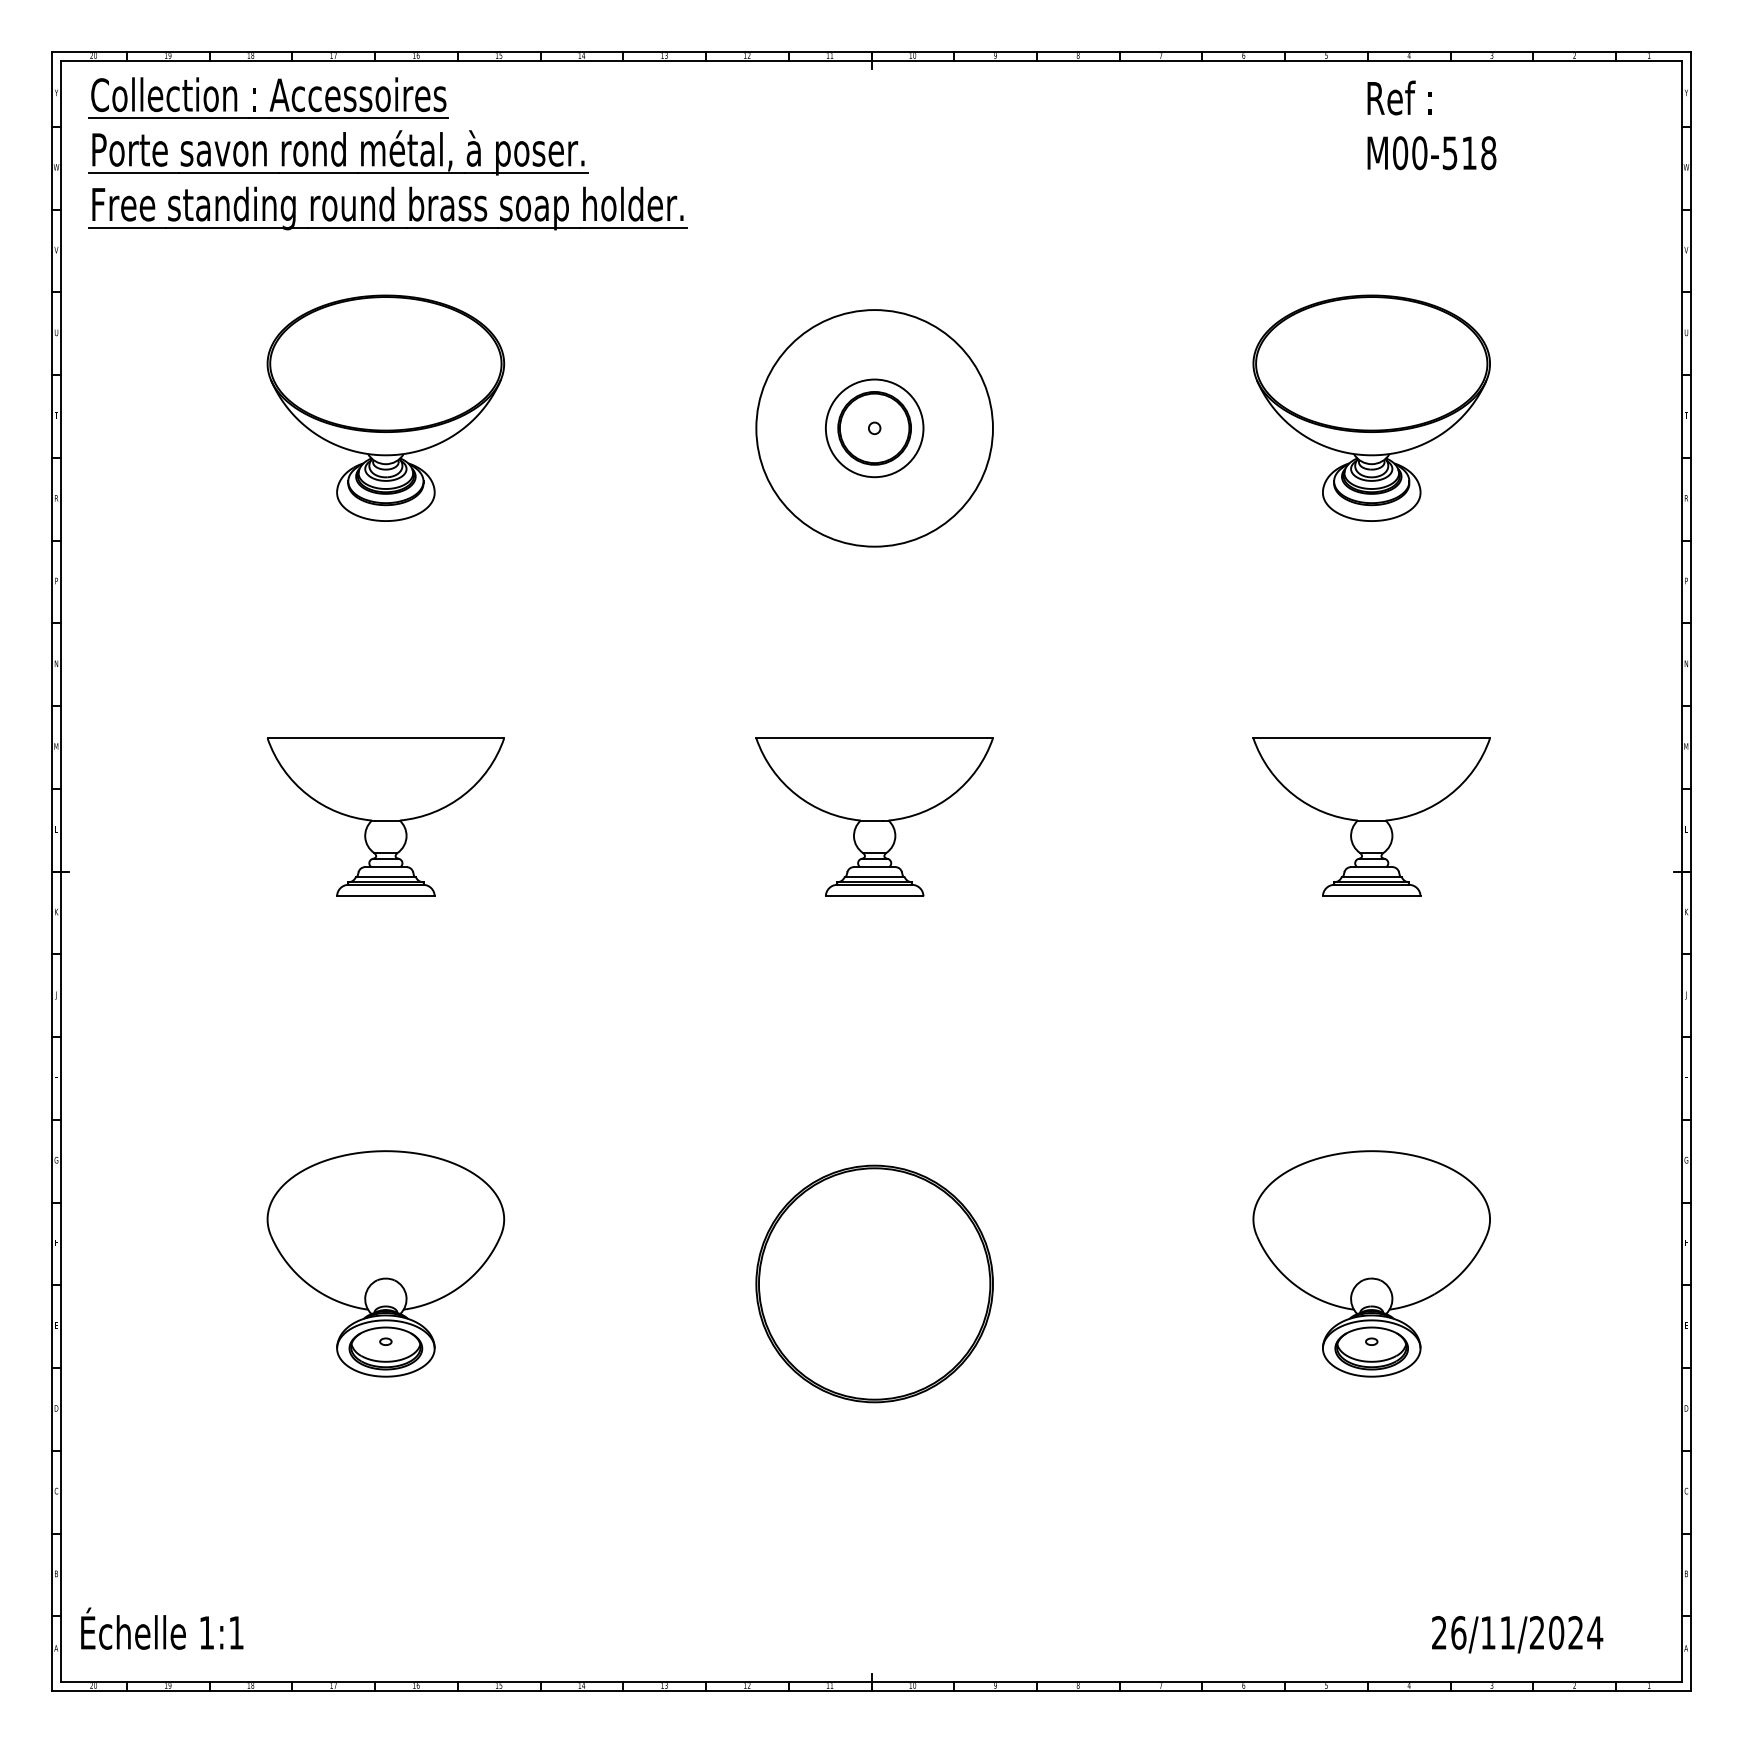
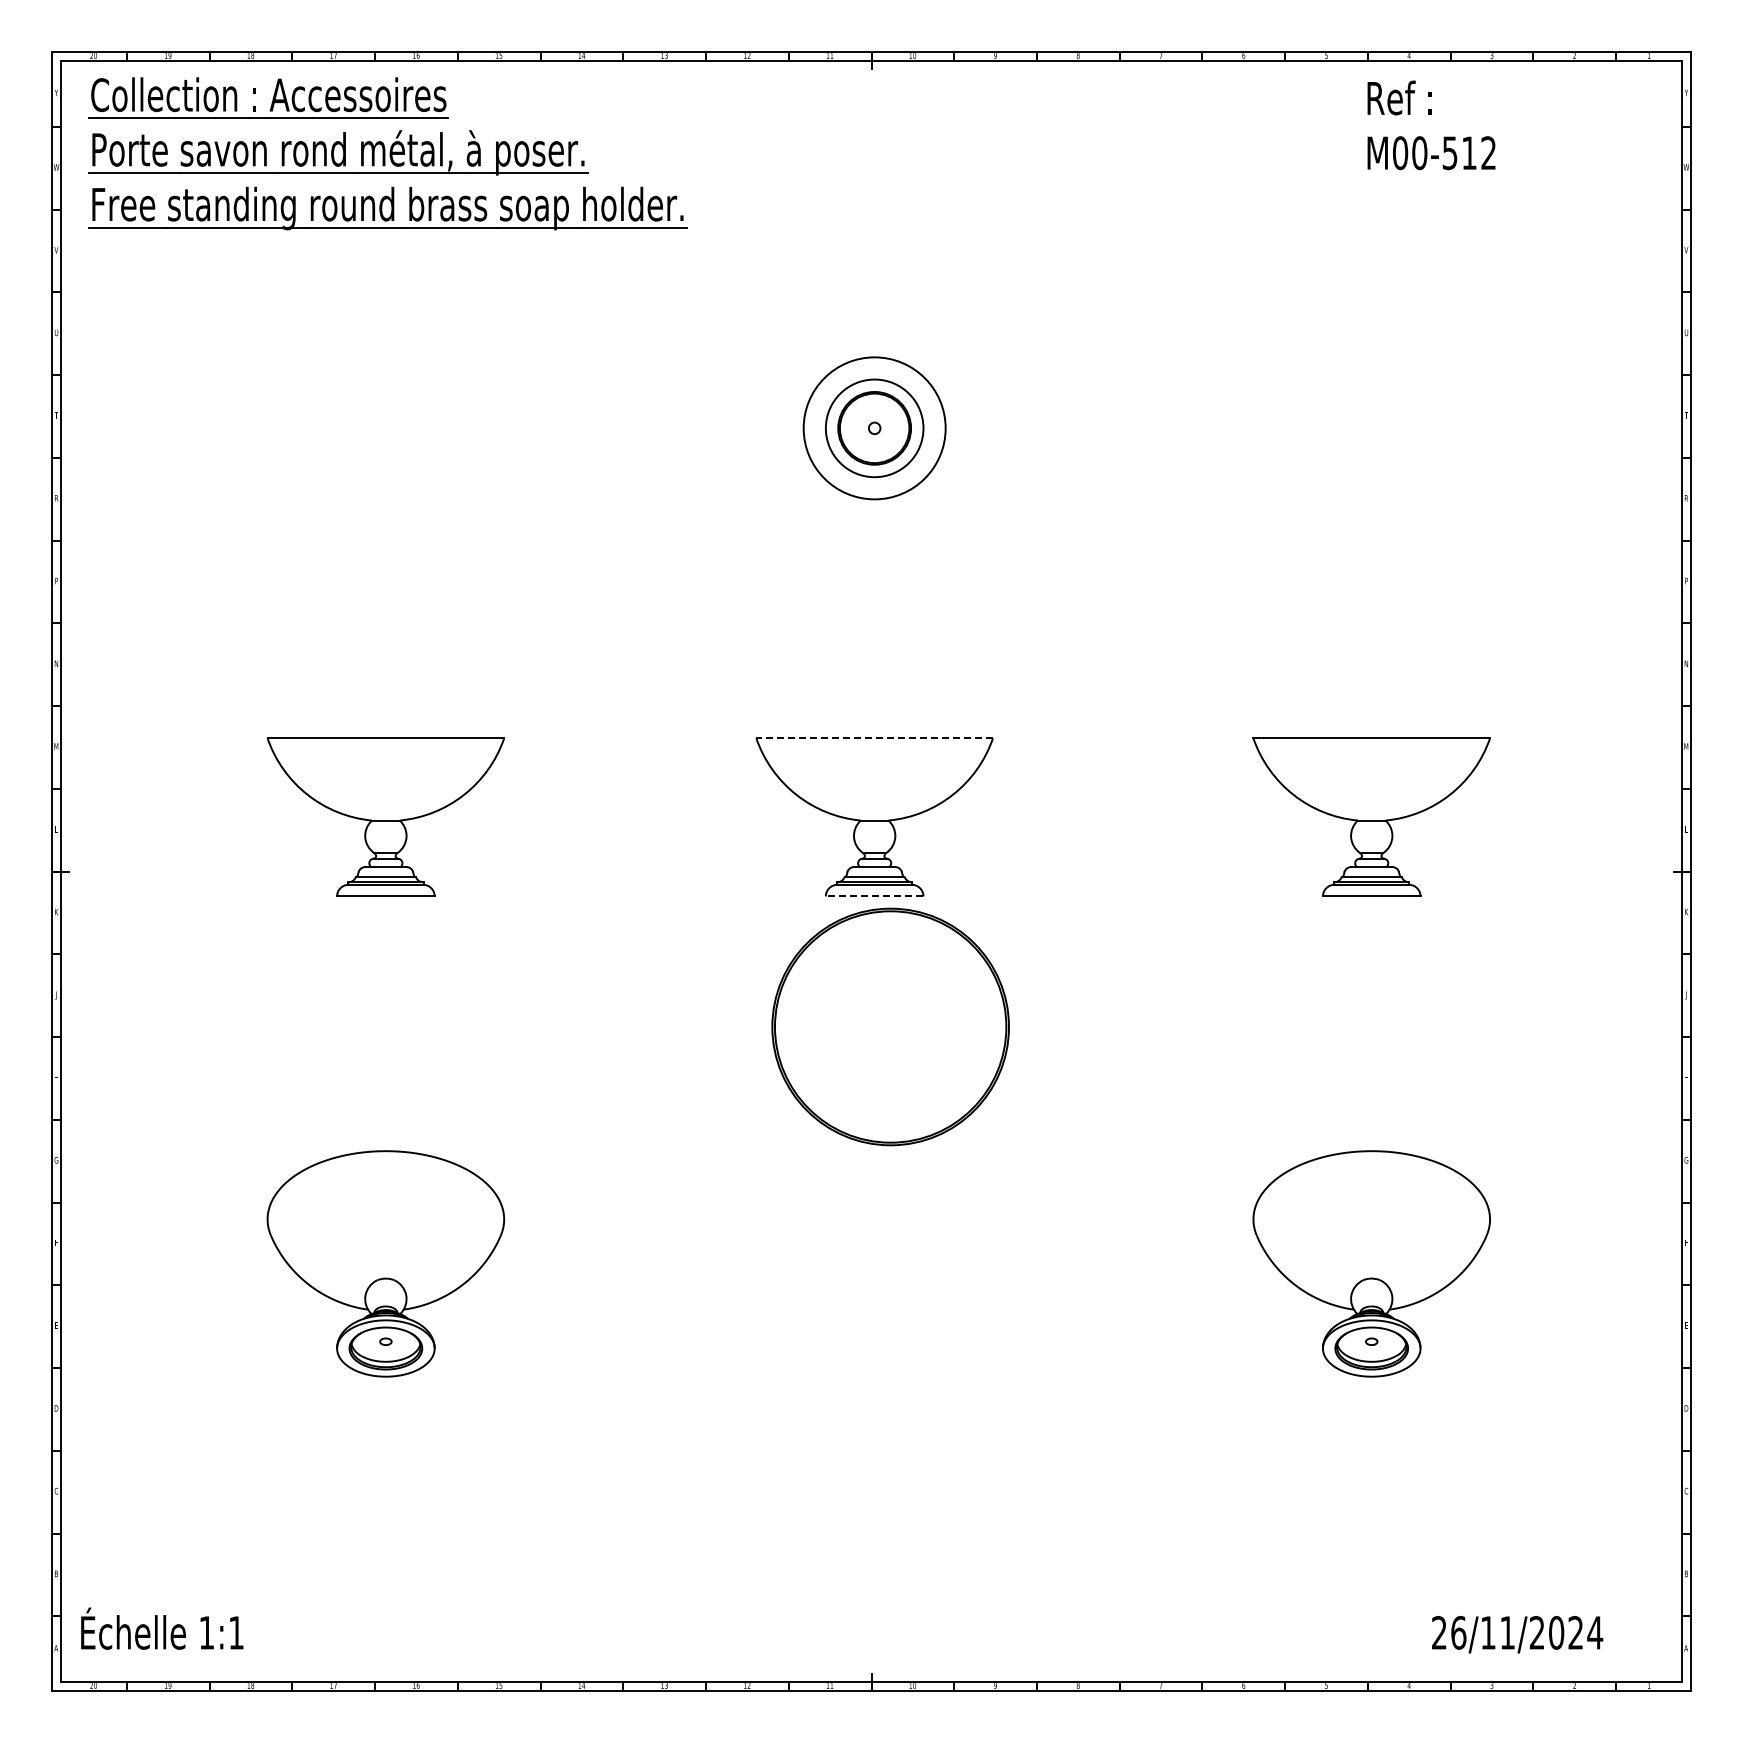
text at (1488, 153): ^JM00-518 -> ^JM00-512
part at (385, 407): present -> none
part at (1371, 407): present -> none
circle at (874, 428) diameter: 237 px -> 142 px
line at (874, 738): solid -> dashed
line at (874, 896): solid -> dashed
part at (874, 1283) position: (874, 1283) -> (890, 1026)
